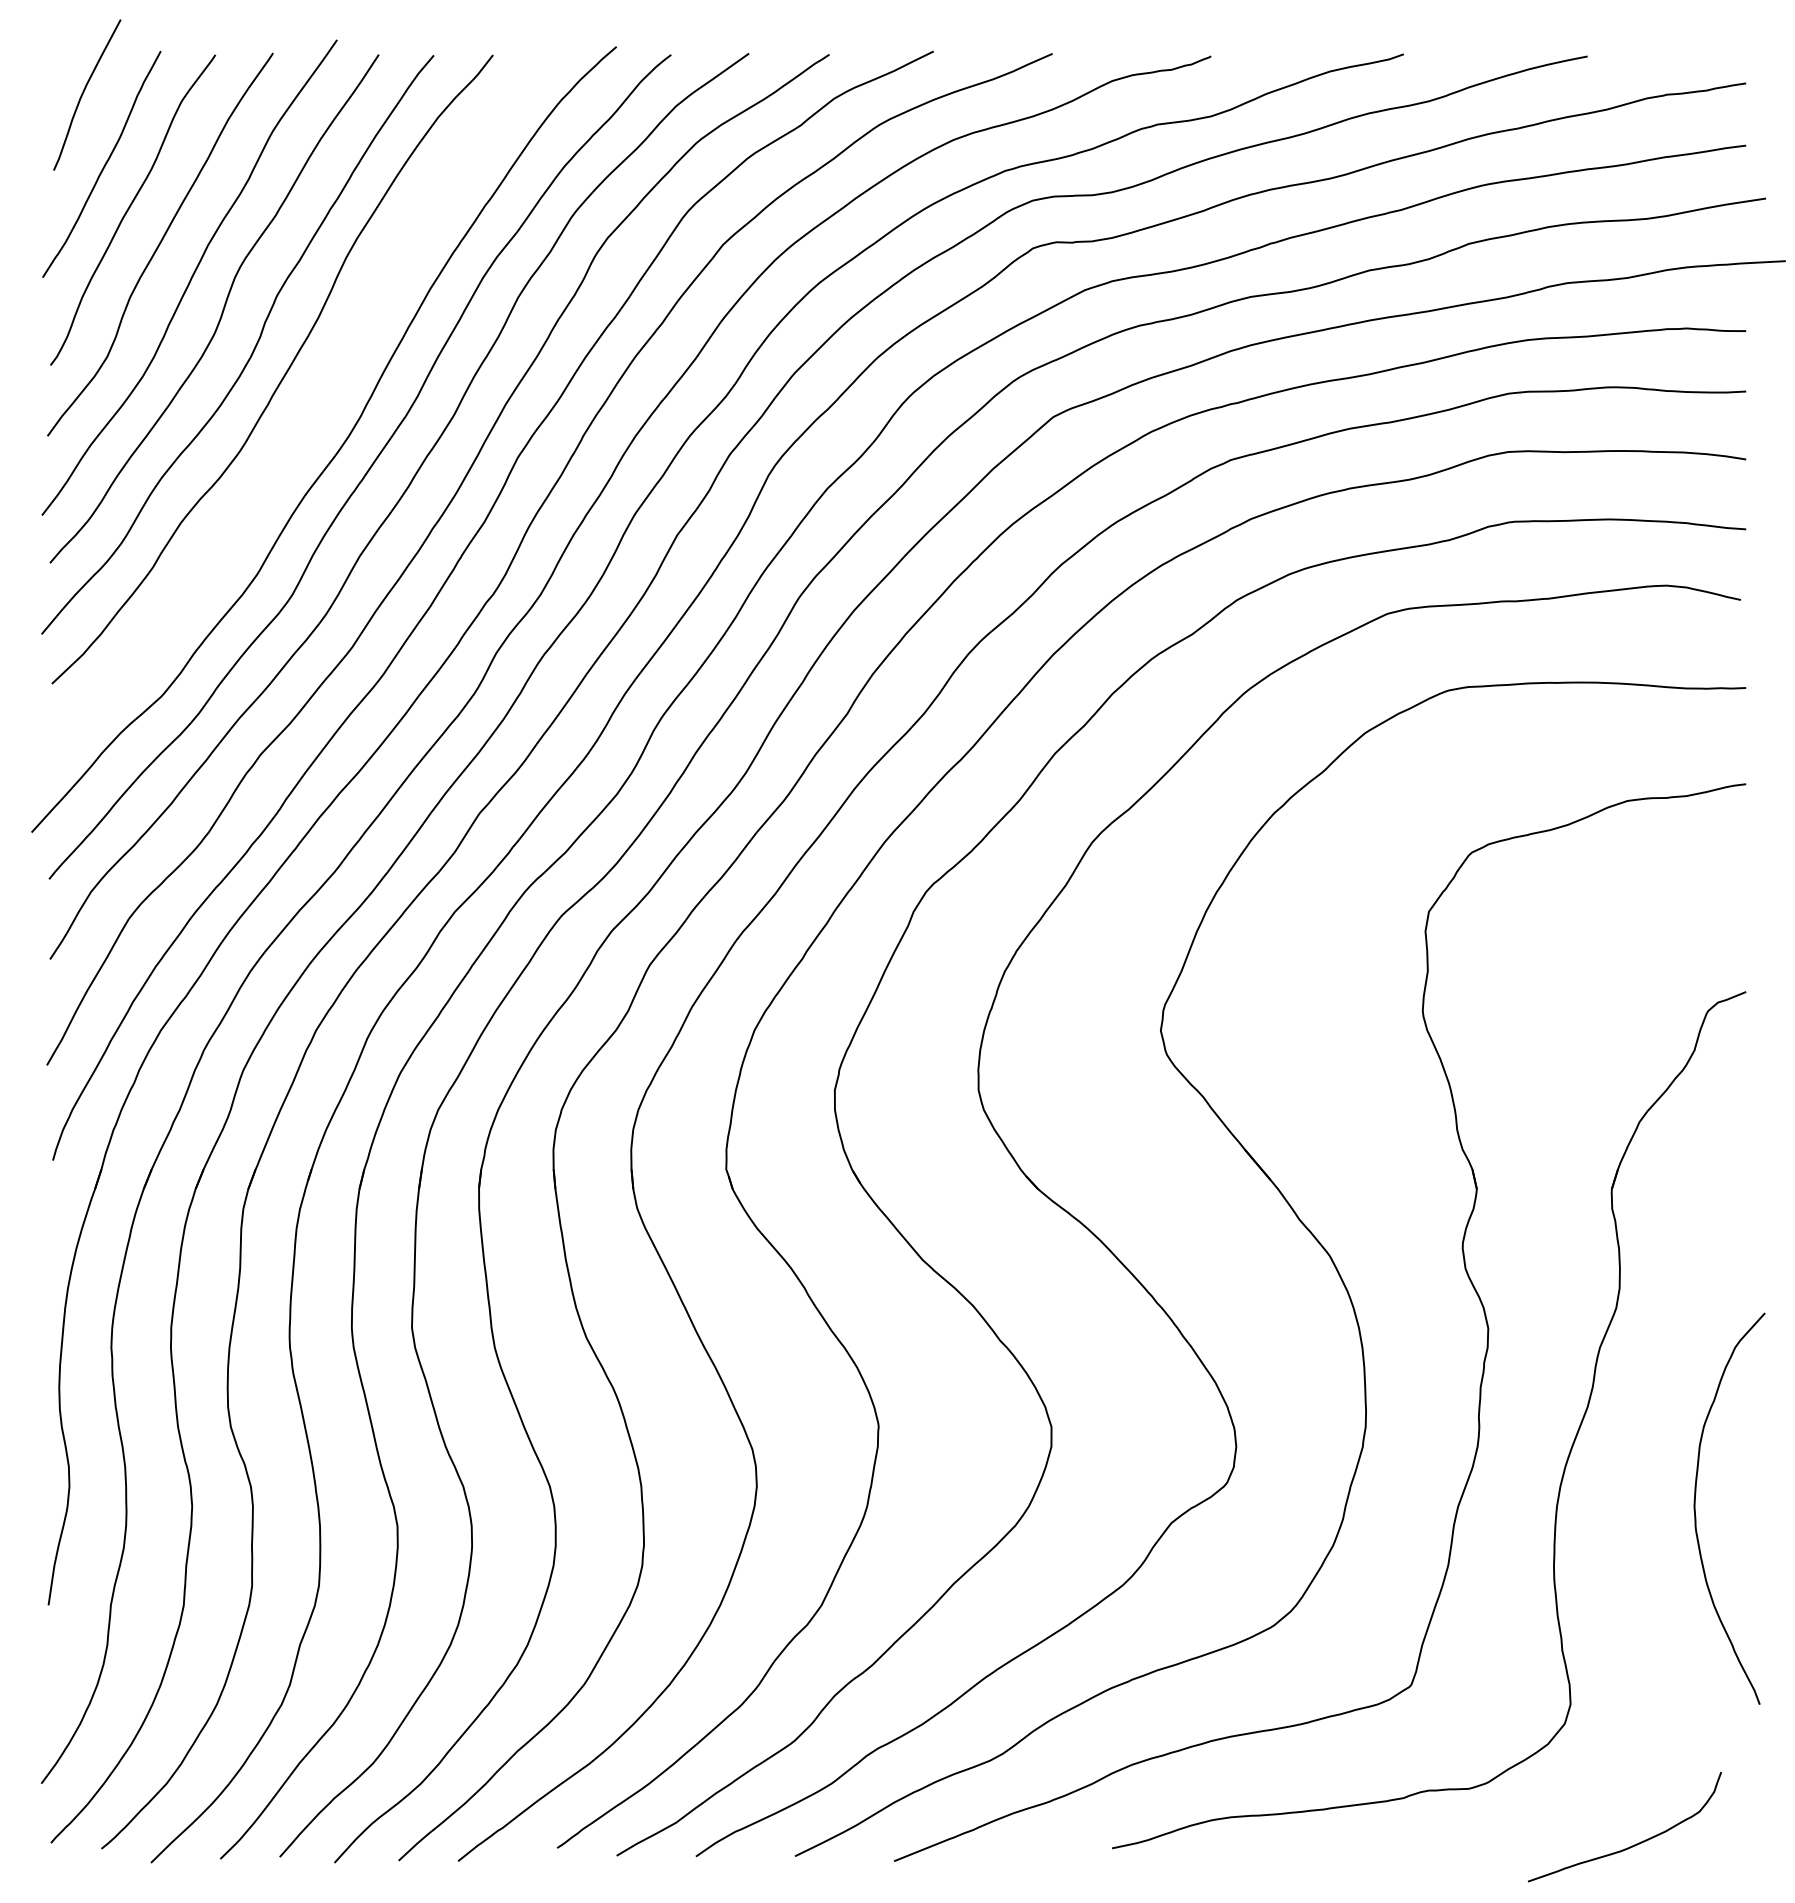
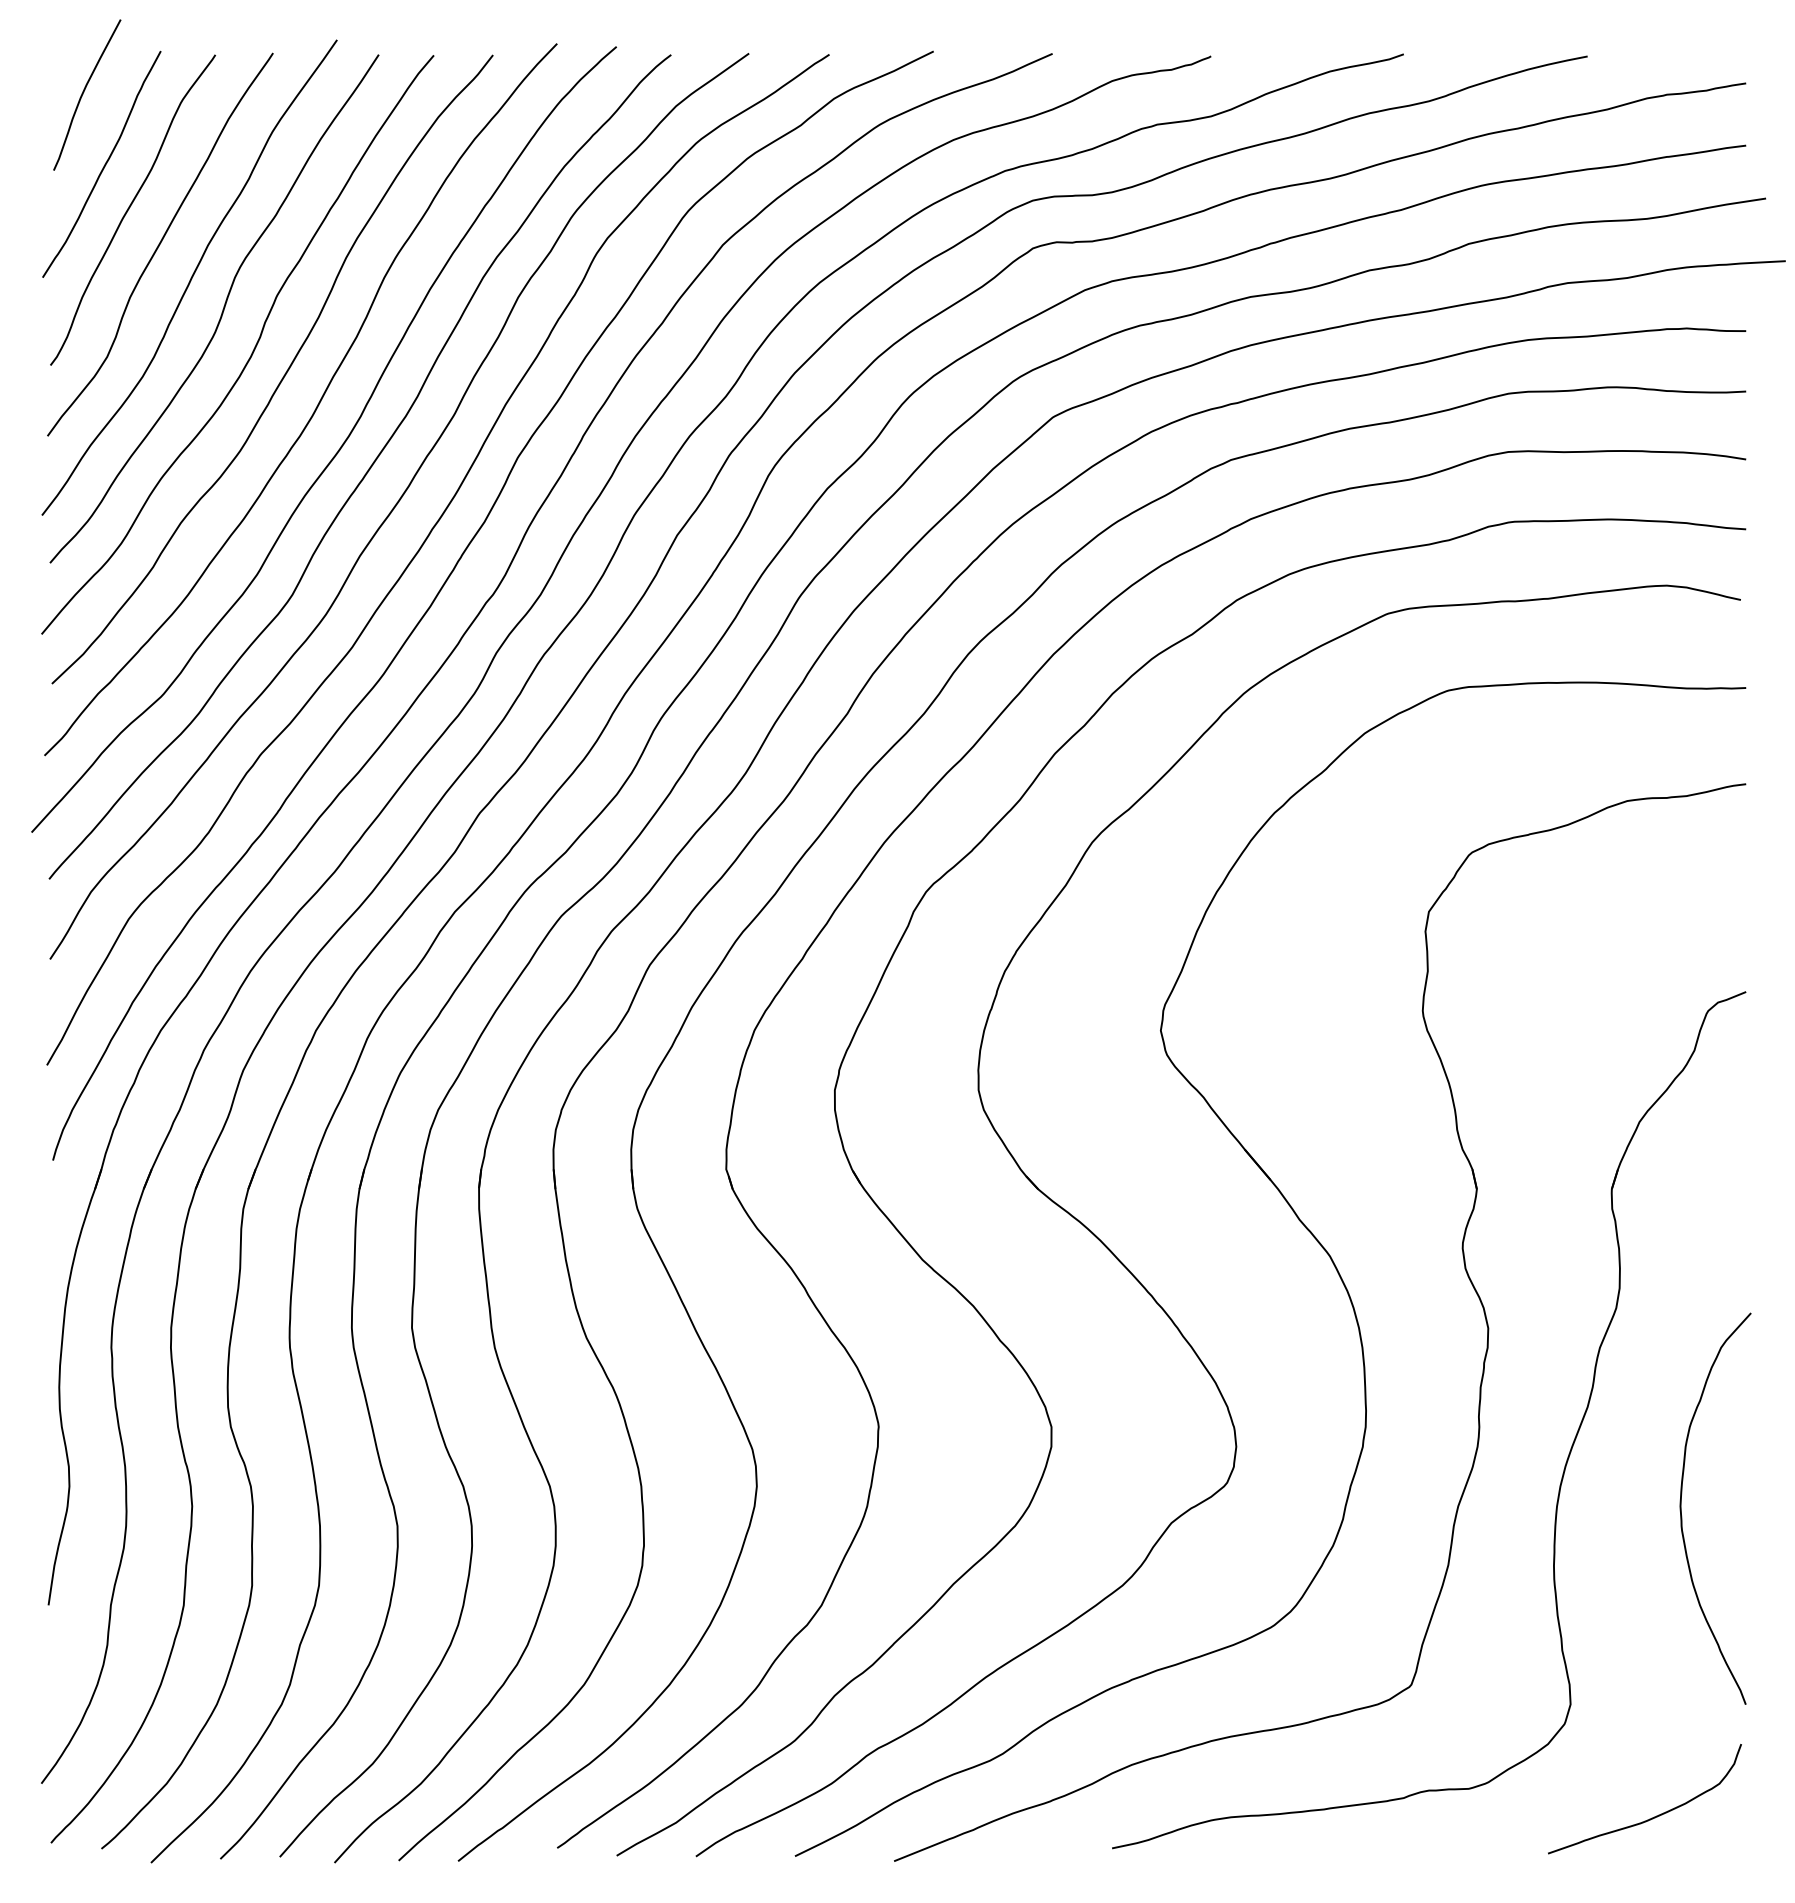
curve at (314, 409): none -> present
curve at (1696, 1516) position: (1696, 1516) -> (1682, 1516)
curve at (1631, 1845) position: (1631, 1845) -> (1651, 1817)
